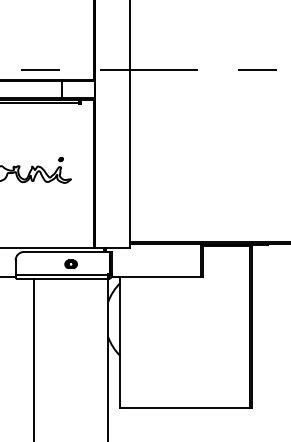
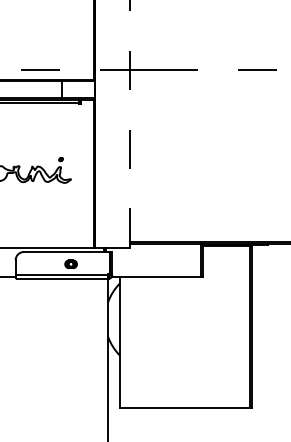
line at (130, 124): solid -> dashed
line at (34, 358): present -> none
